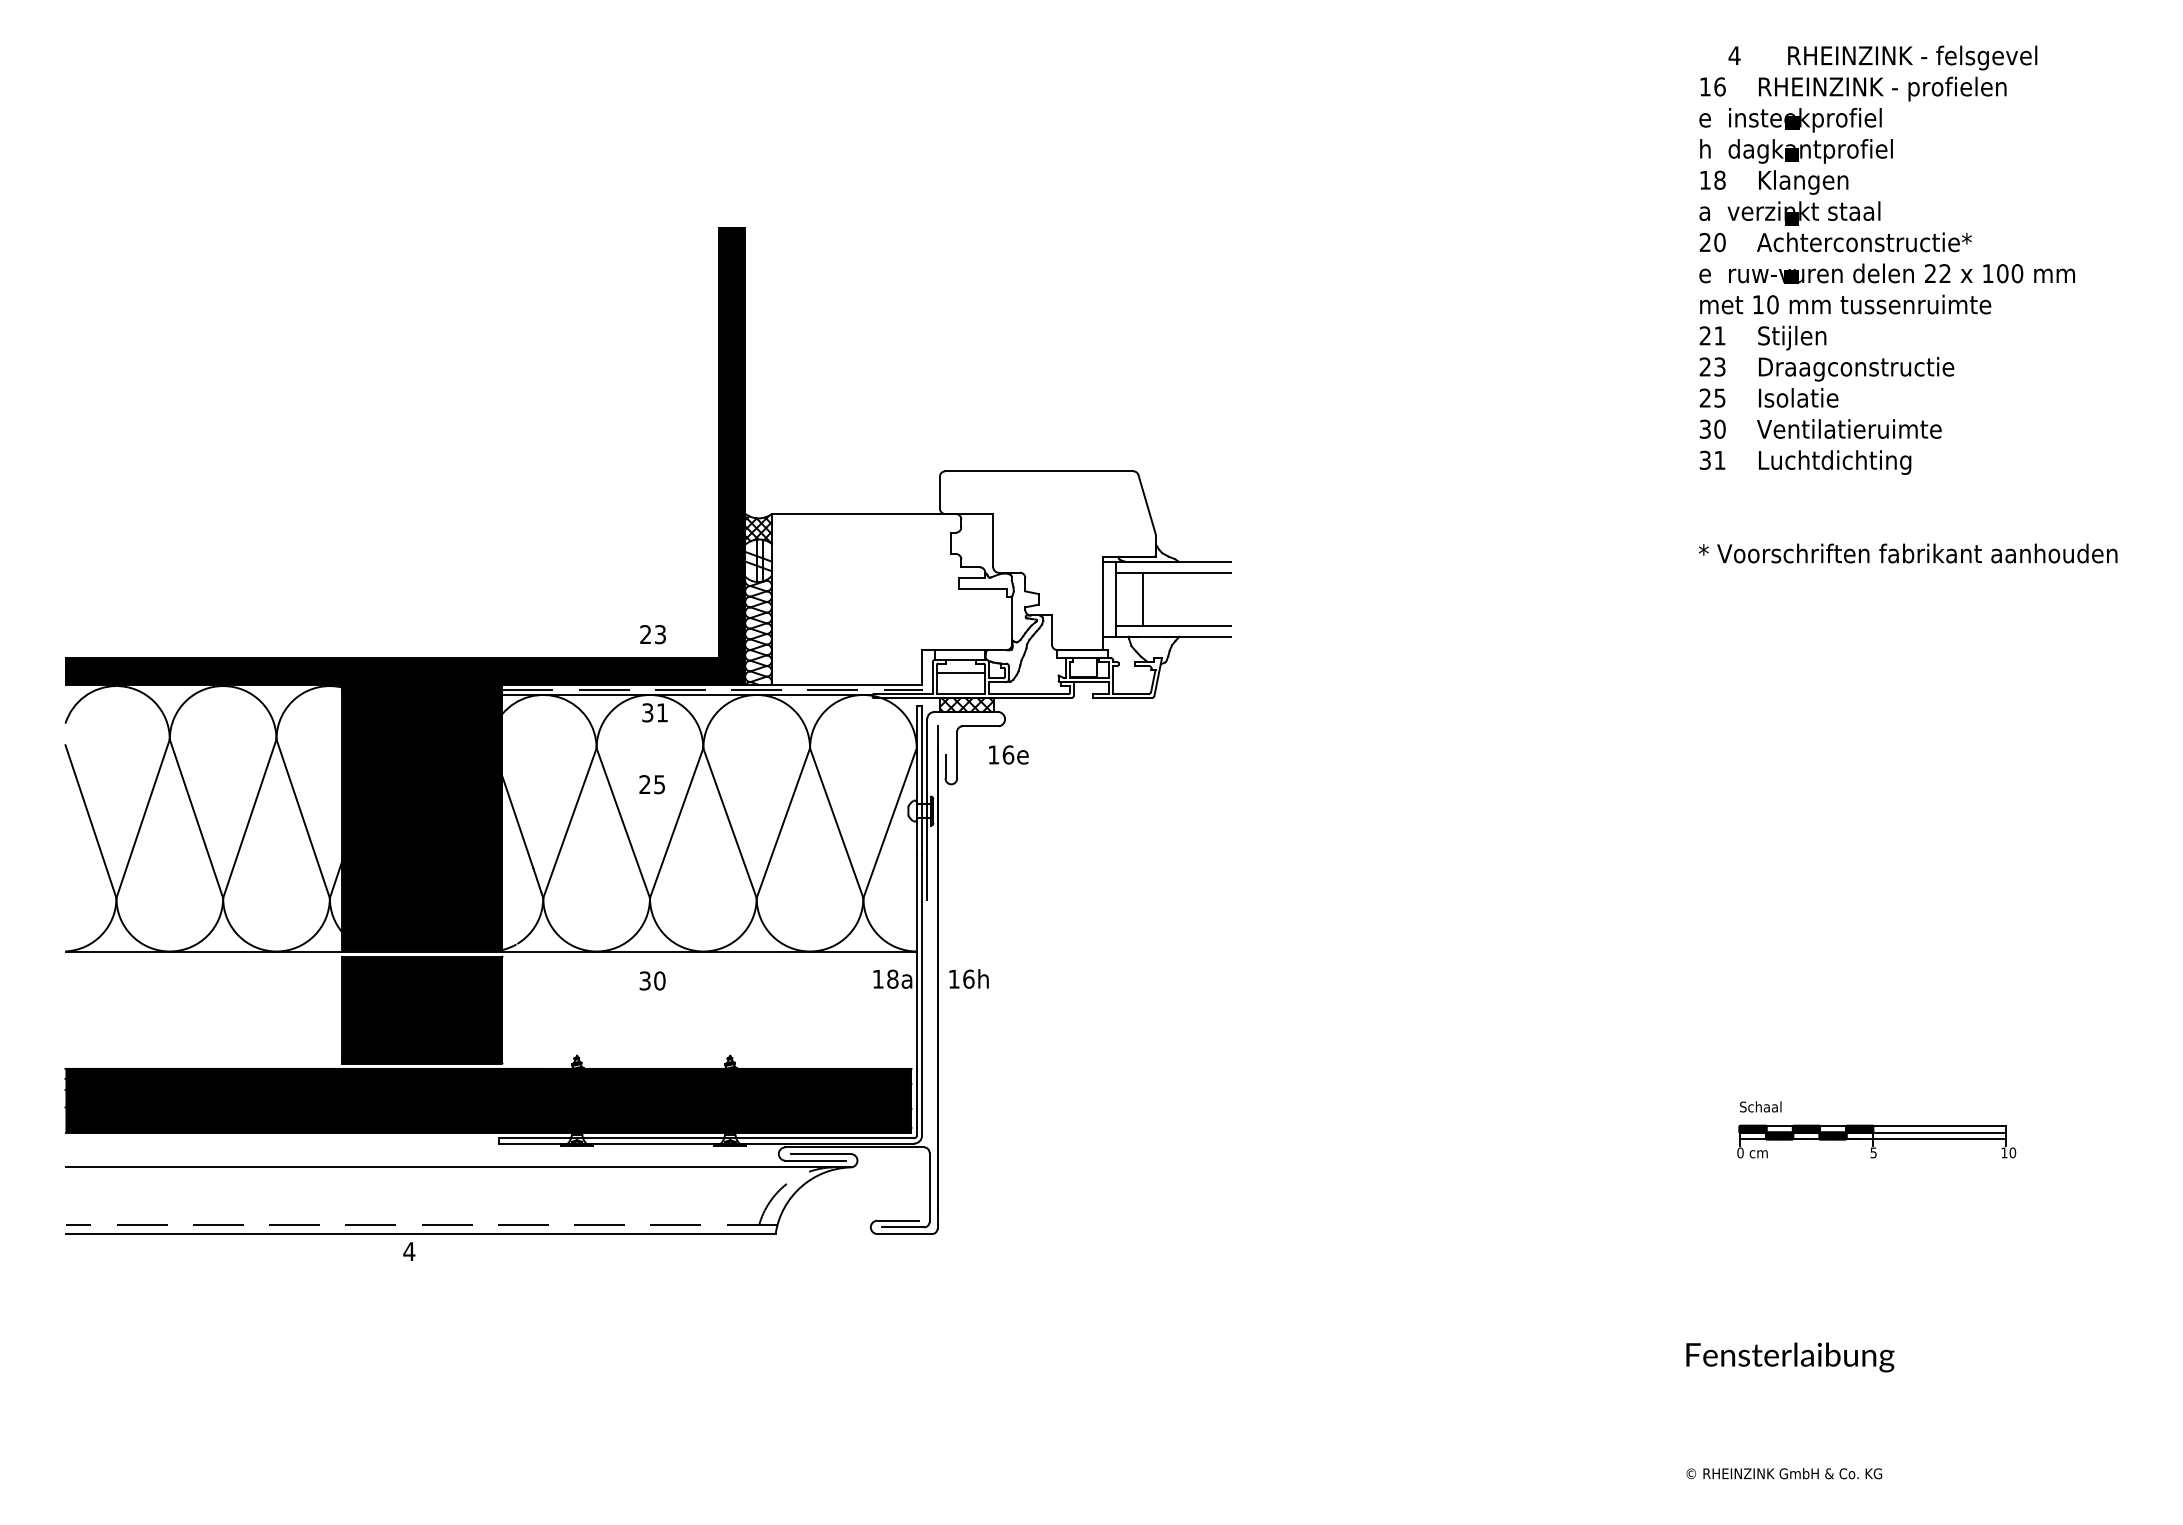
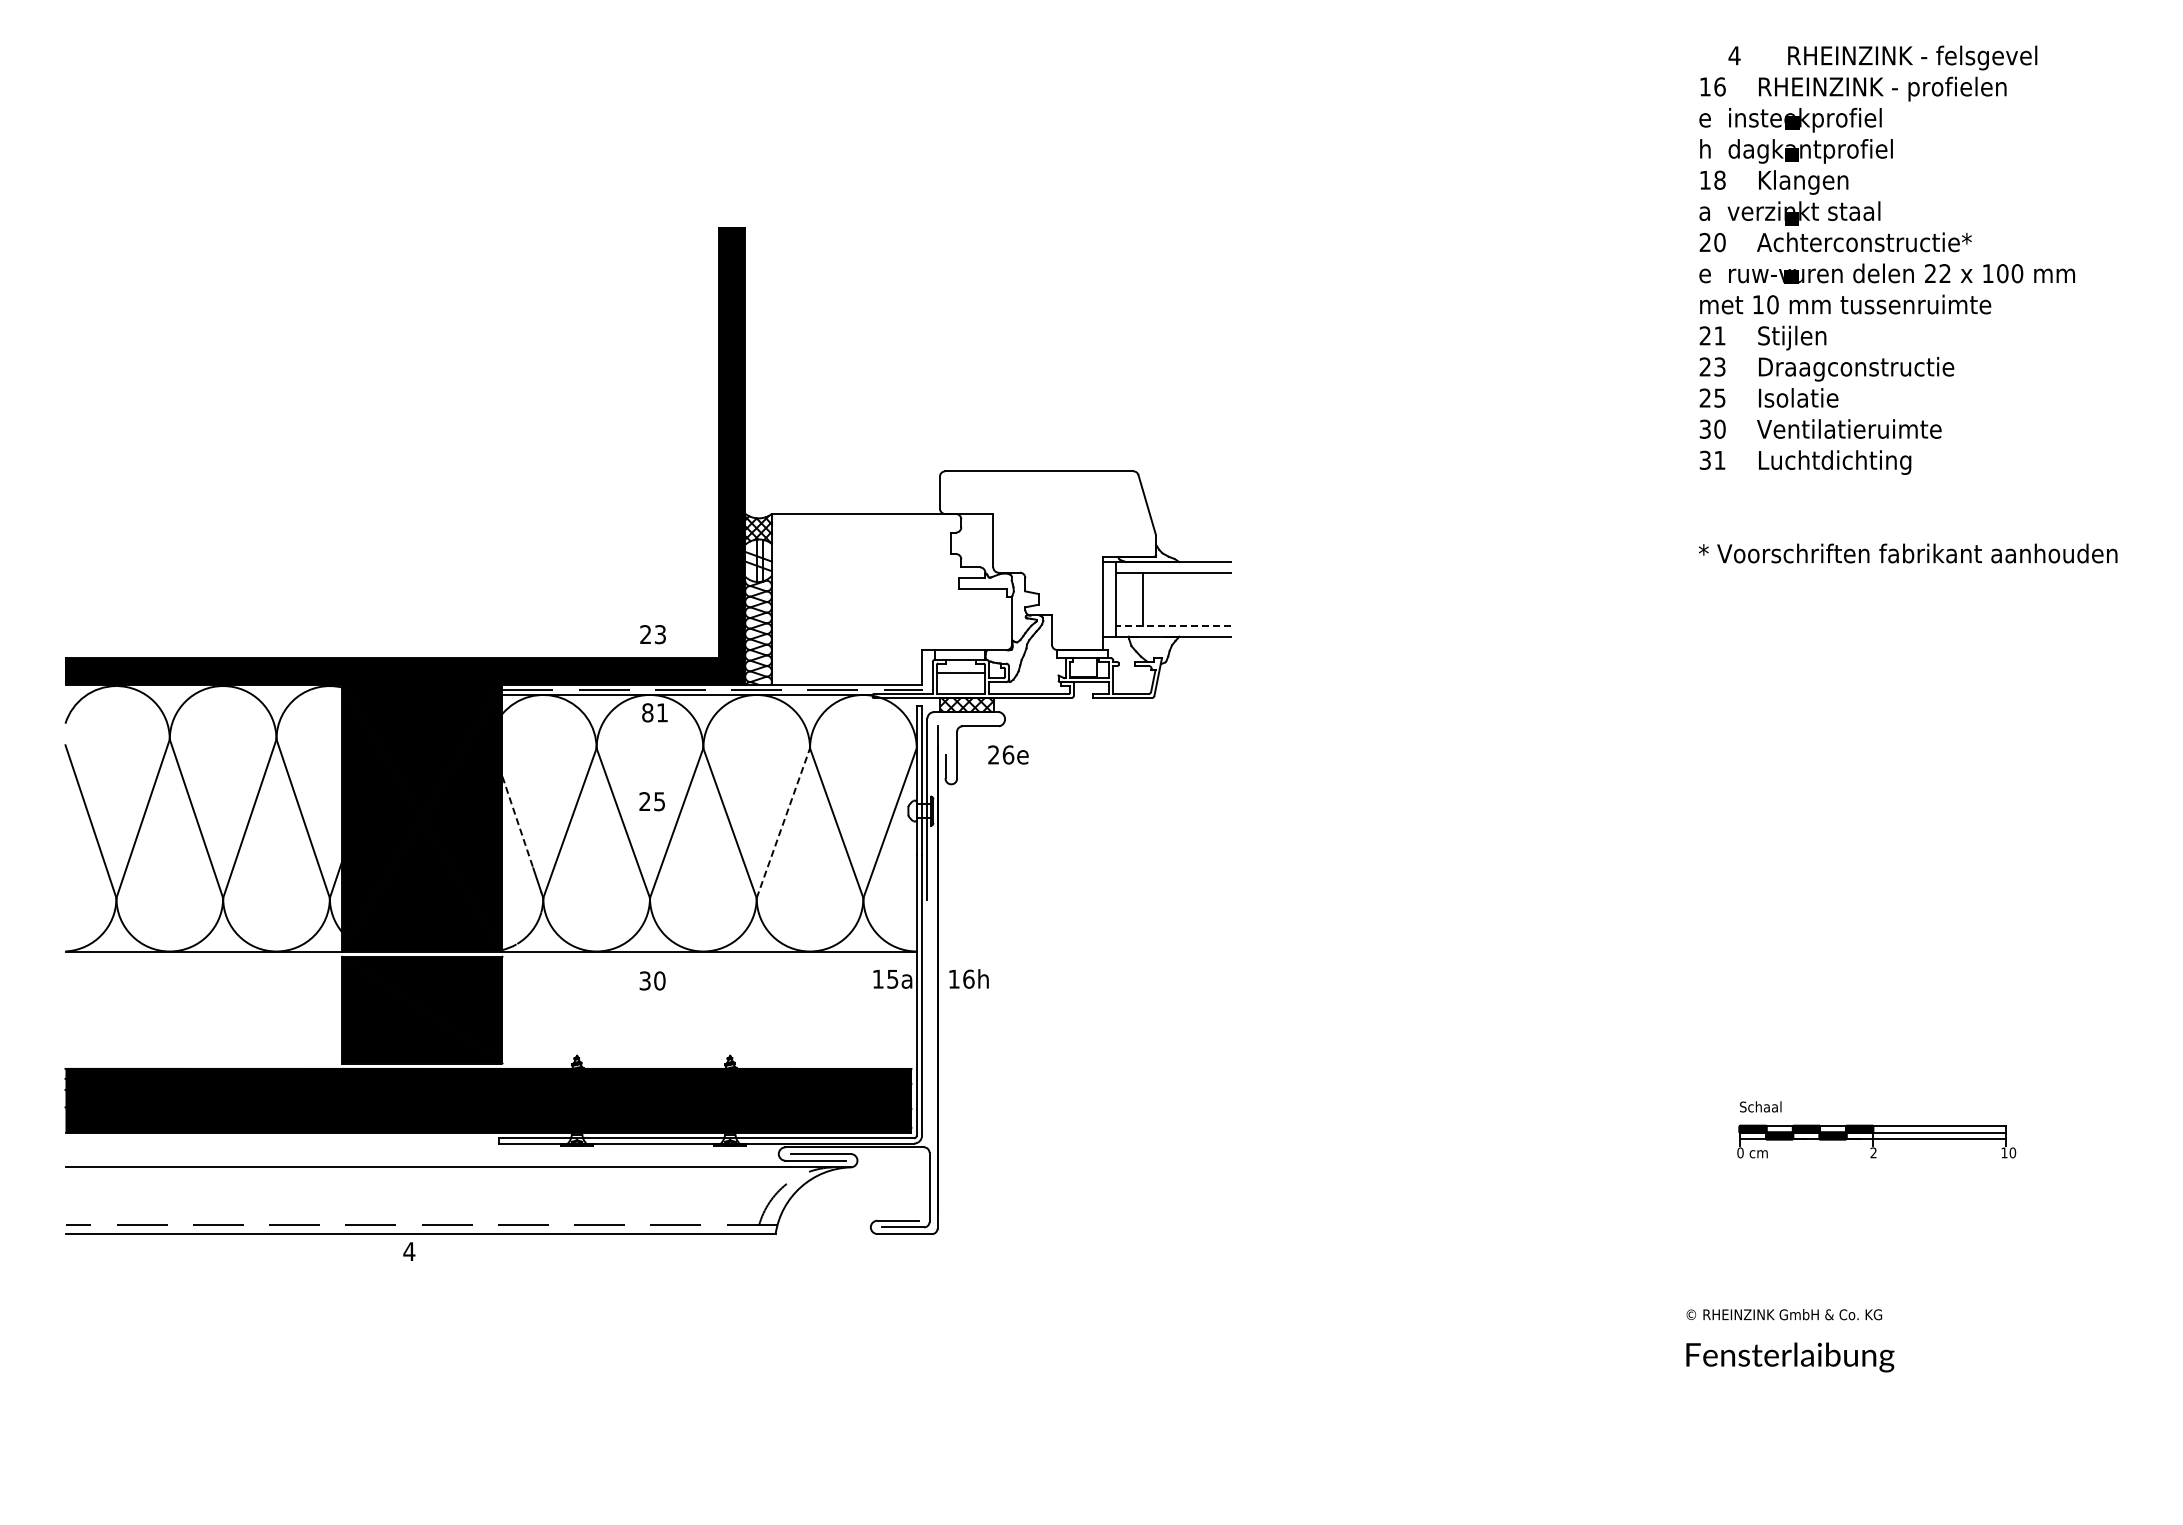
line at (1173, 626): solid -> dashed
text at (647, 712): 31 -> 81
text at (993, 754): 16e -> 26e
text at (651, 784) position: (651, 784) -> (651, 801)
line at (518, 822): solid -> dashed
line at (783, 823): solid -> dashed
text at (892, 978): 18a -> 15a
text at (1873, 1152): 5 -> 2
text at (1784, 1473) position: (1784, 1473) -> (1784, 1314)
